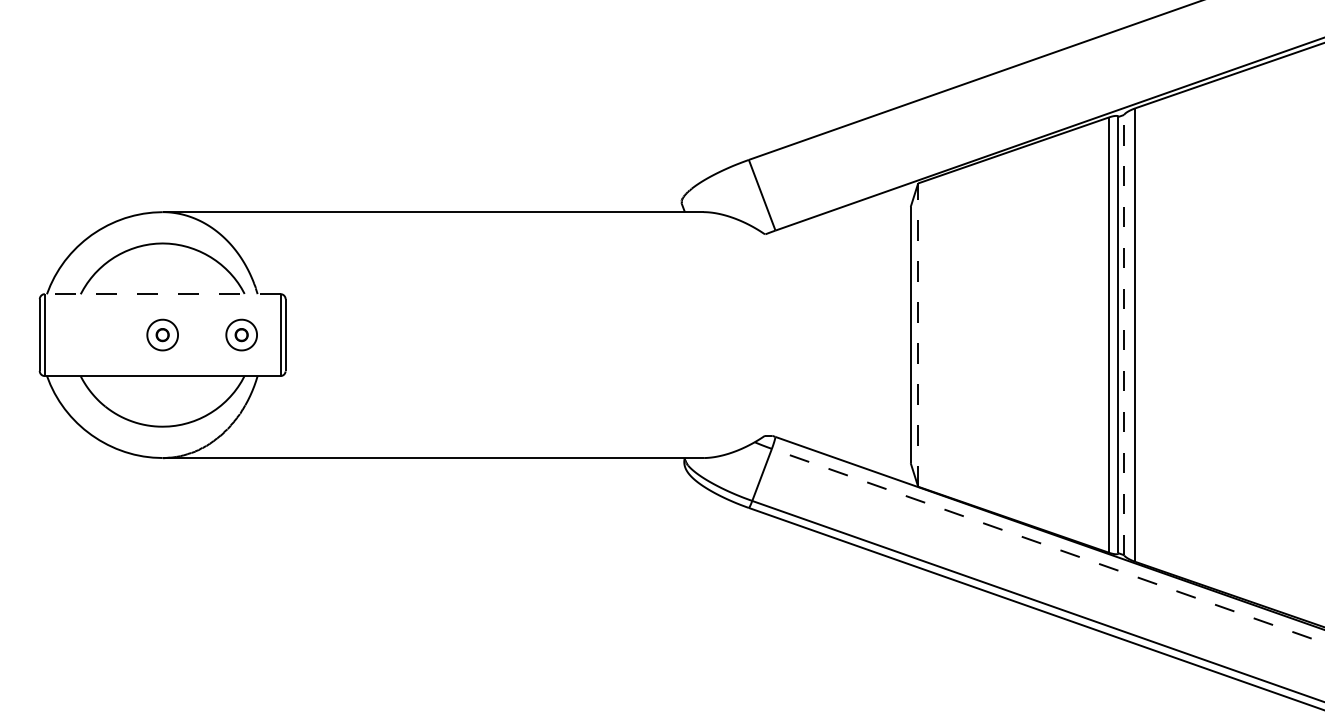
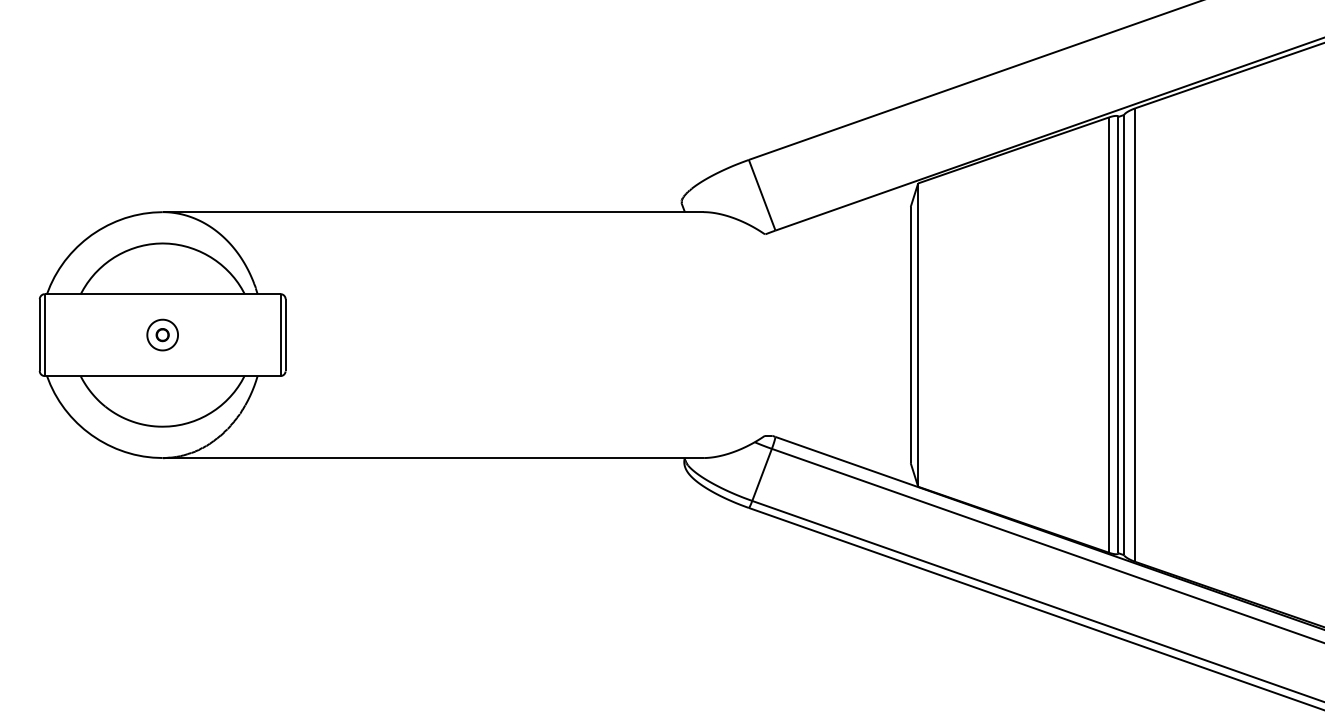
line at (162, 294): dashed -> solid
part at (241, 334): present -> none
line at (1124, 334): dashed -> solid
line at (918, 335): dashed -> solid
line at (1048, 546): dashed -> solid
